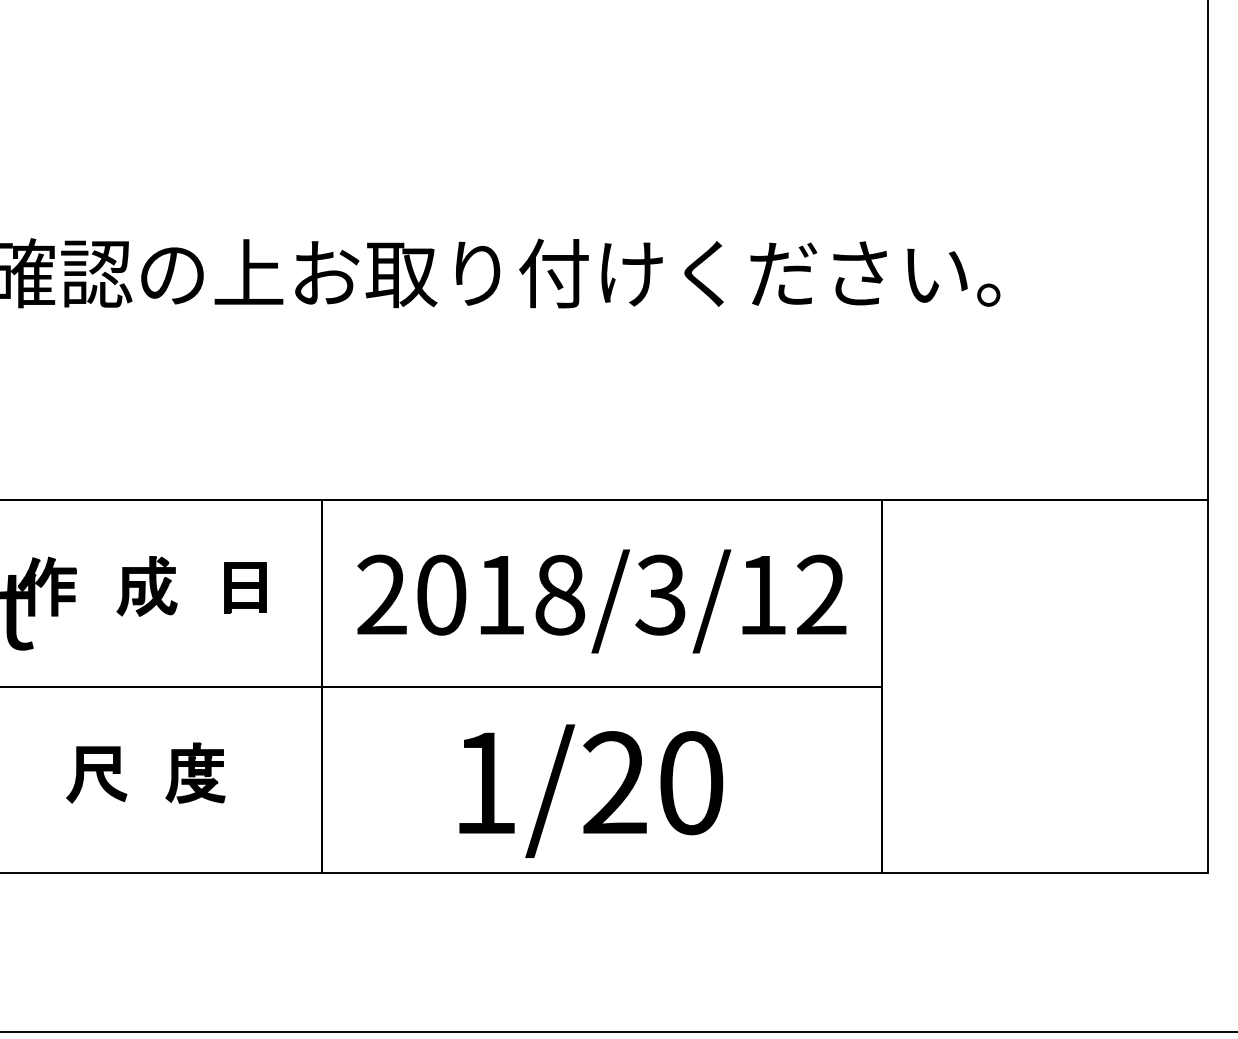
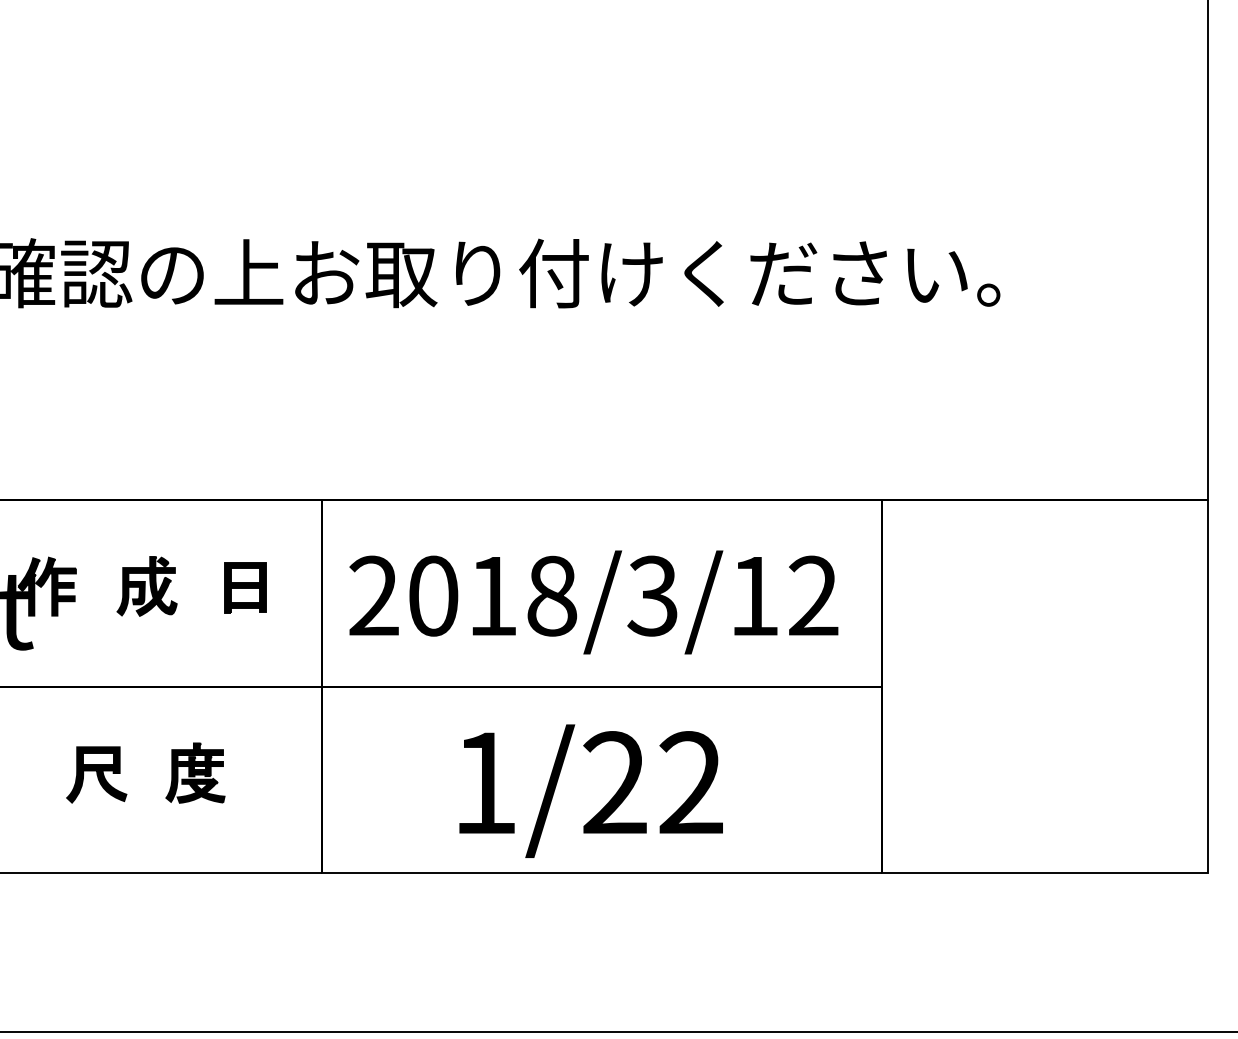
text at (601, 601) position: (601, 601) -> (593, 602)
text at (691, 783): 1/20 -> 1/22
